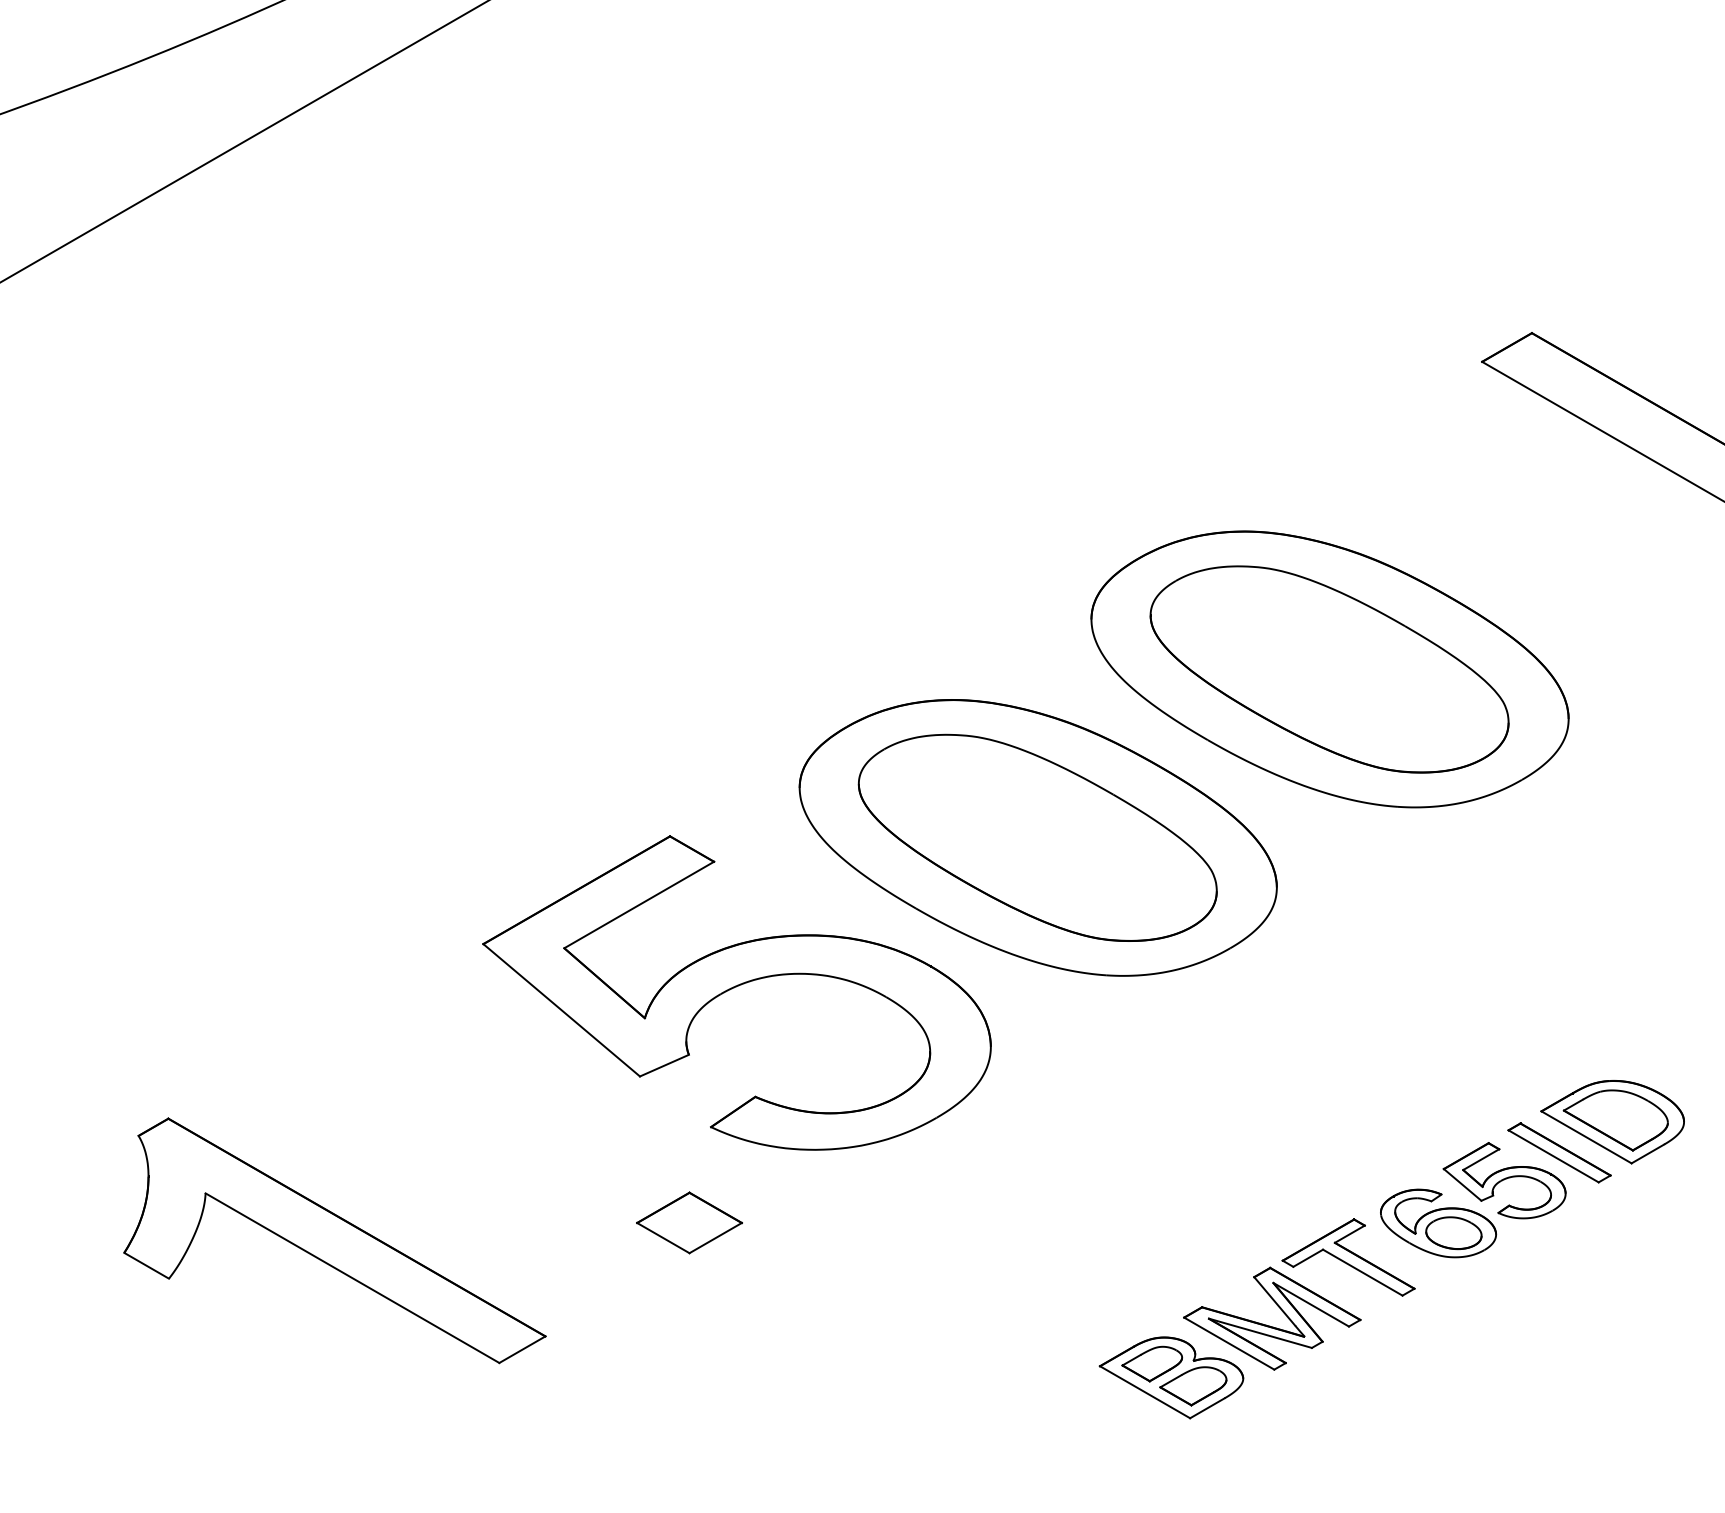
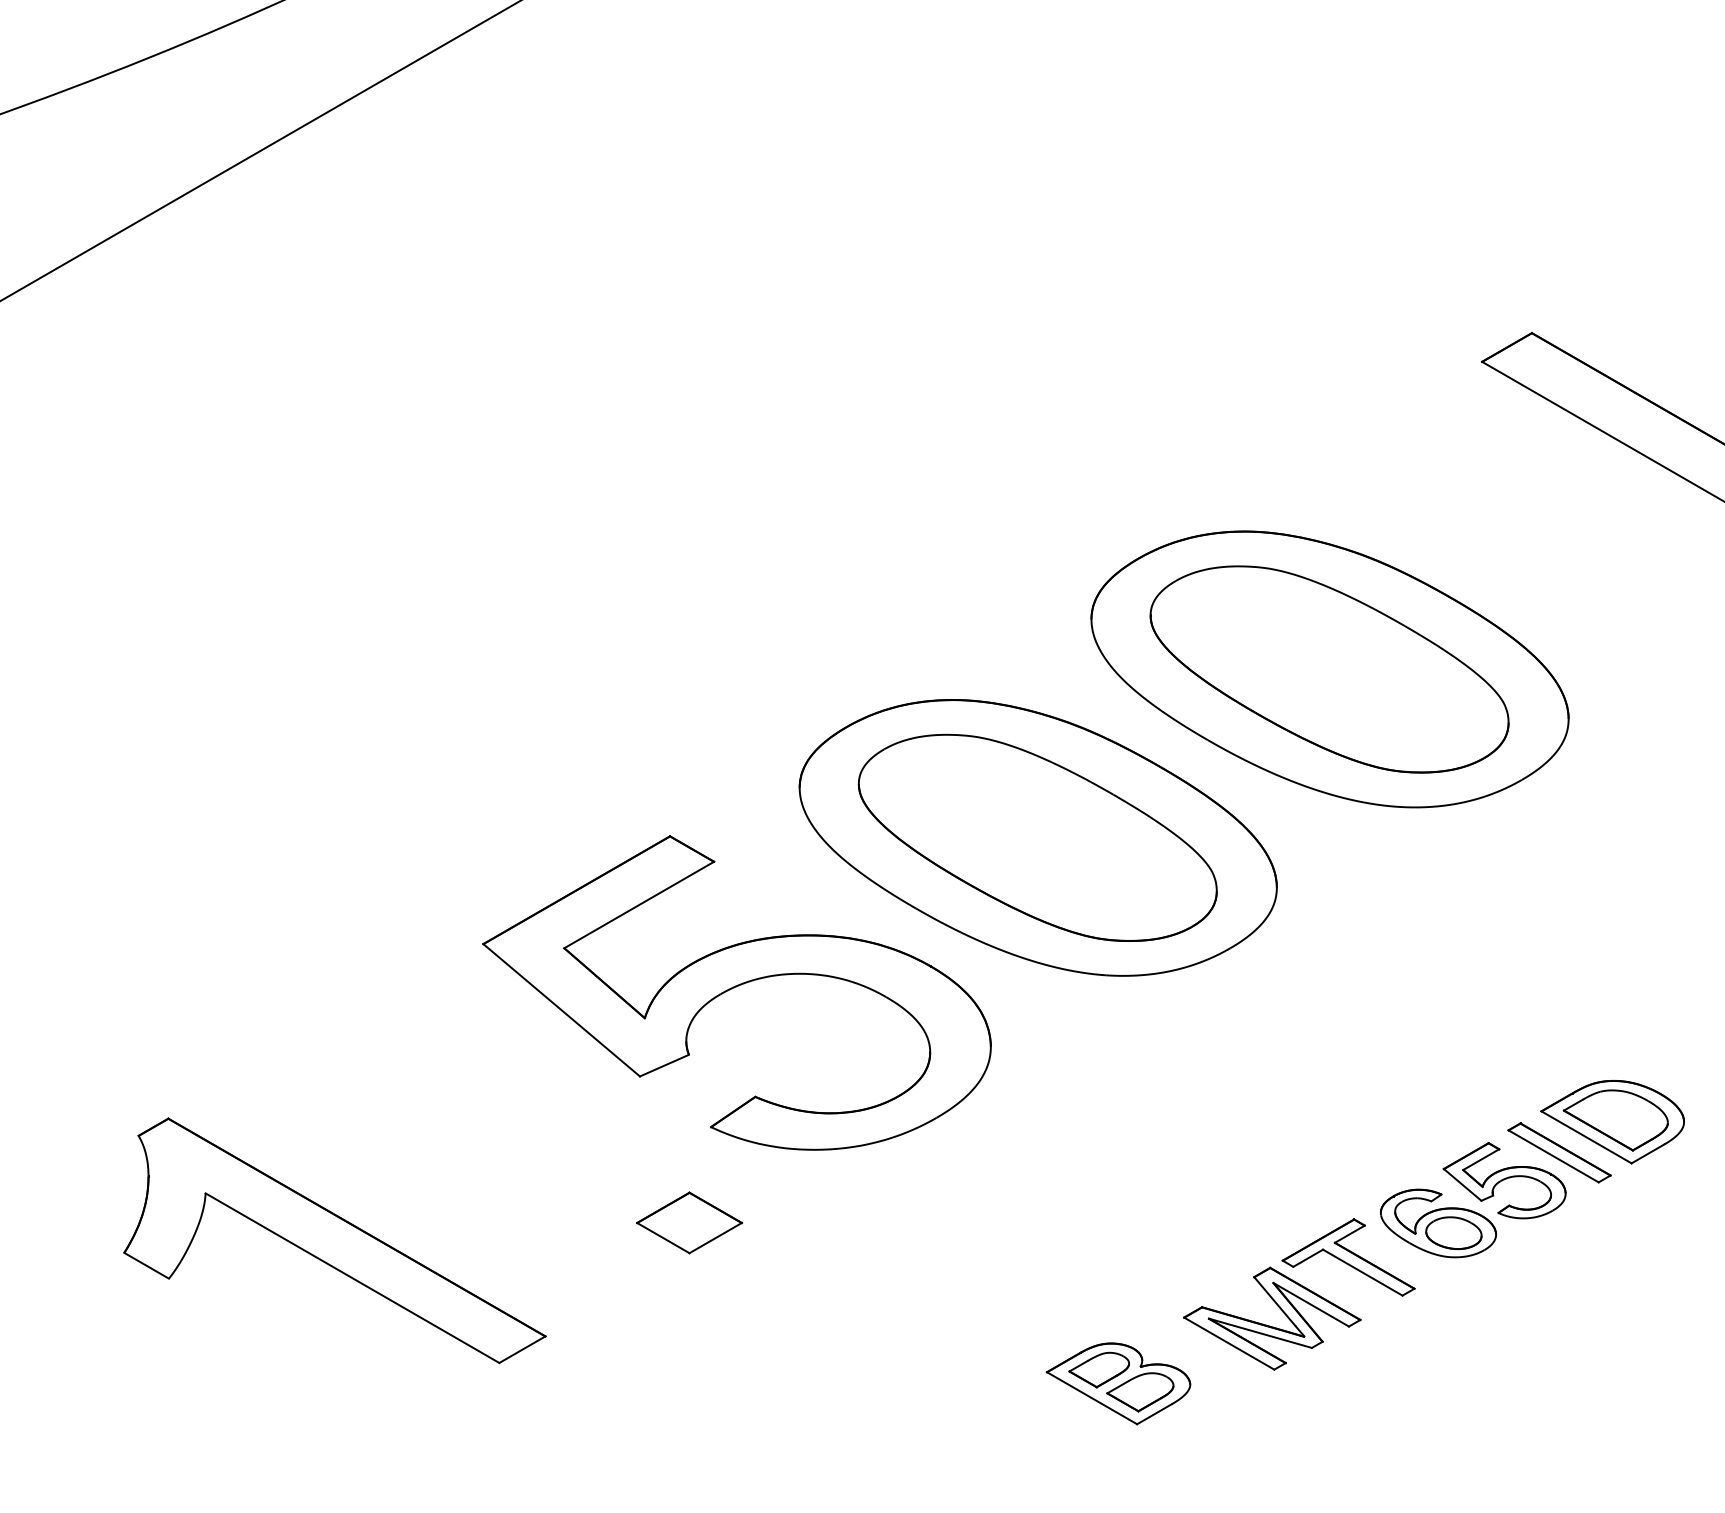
line at (243, 141) position: (243, 141) -> (260, 151)
part at (1171, 1377) position: (1171, 1377) -> (1118, 1383)
